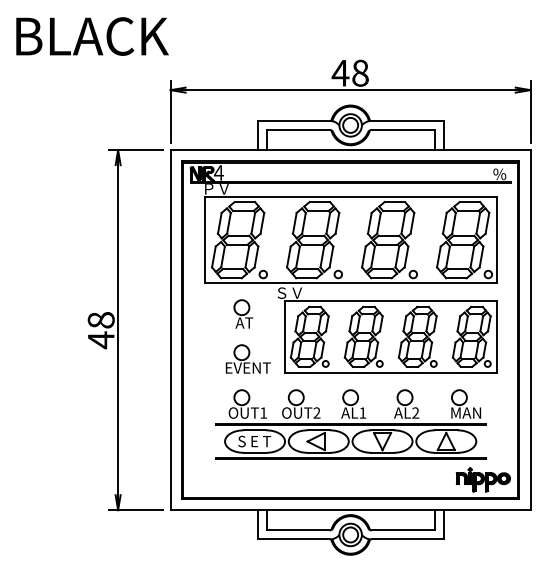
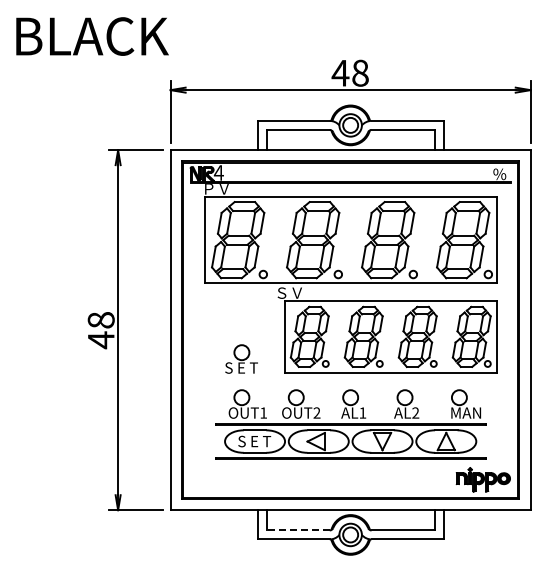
part at (243, 313): present -> none
text at (247, 367): EVENT -> S E T
line at (298, 530): solid -> dashed
